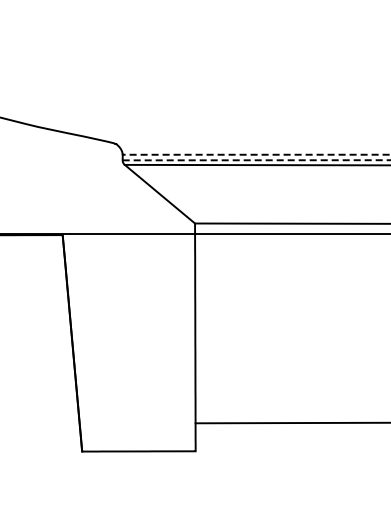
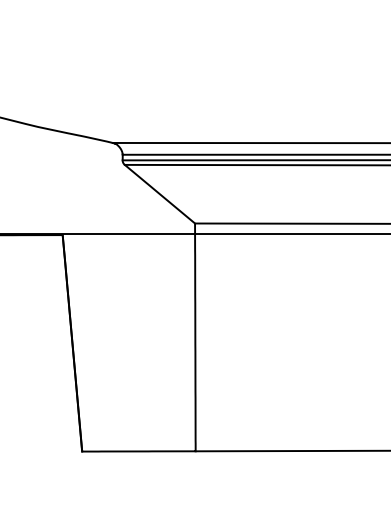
line at (249, 142): none -> present
line at (256, 154): dashed -> solid
line at (256, 160): dashed -> solid
line at (291, 422) position: (291, 422) -> (291, 450)
